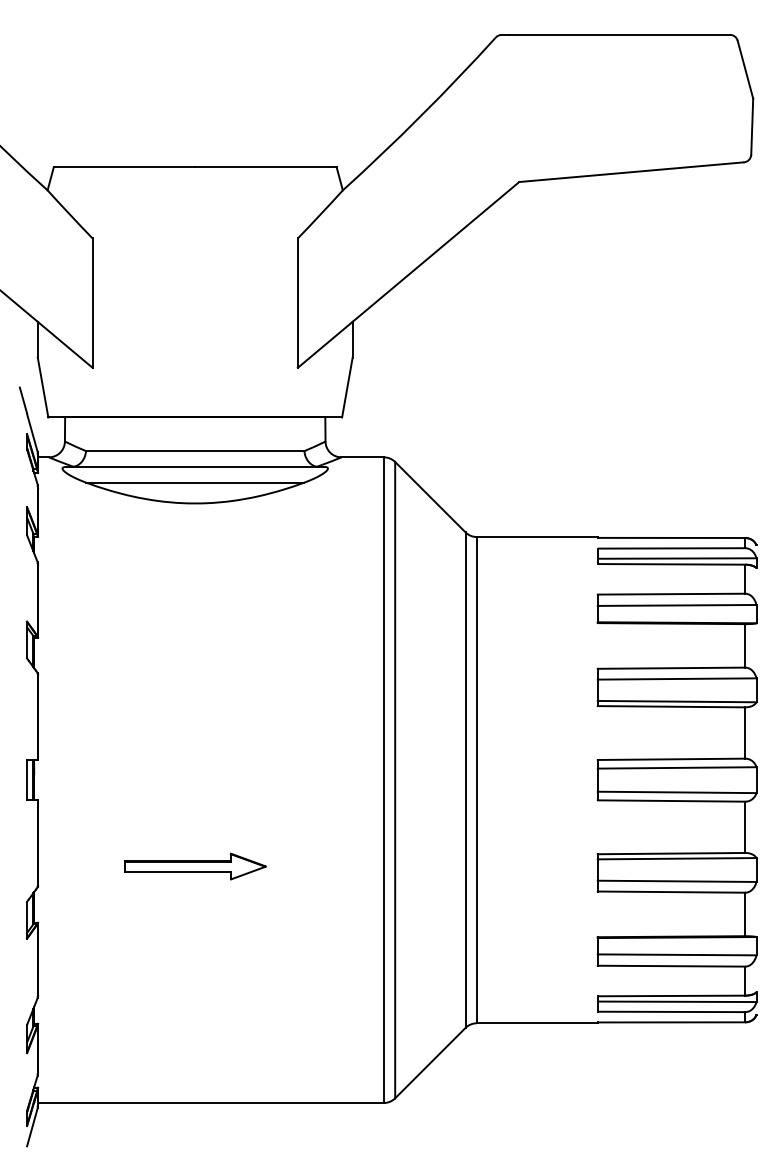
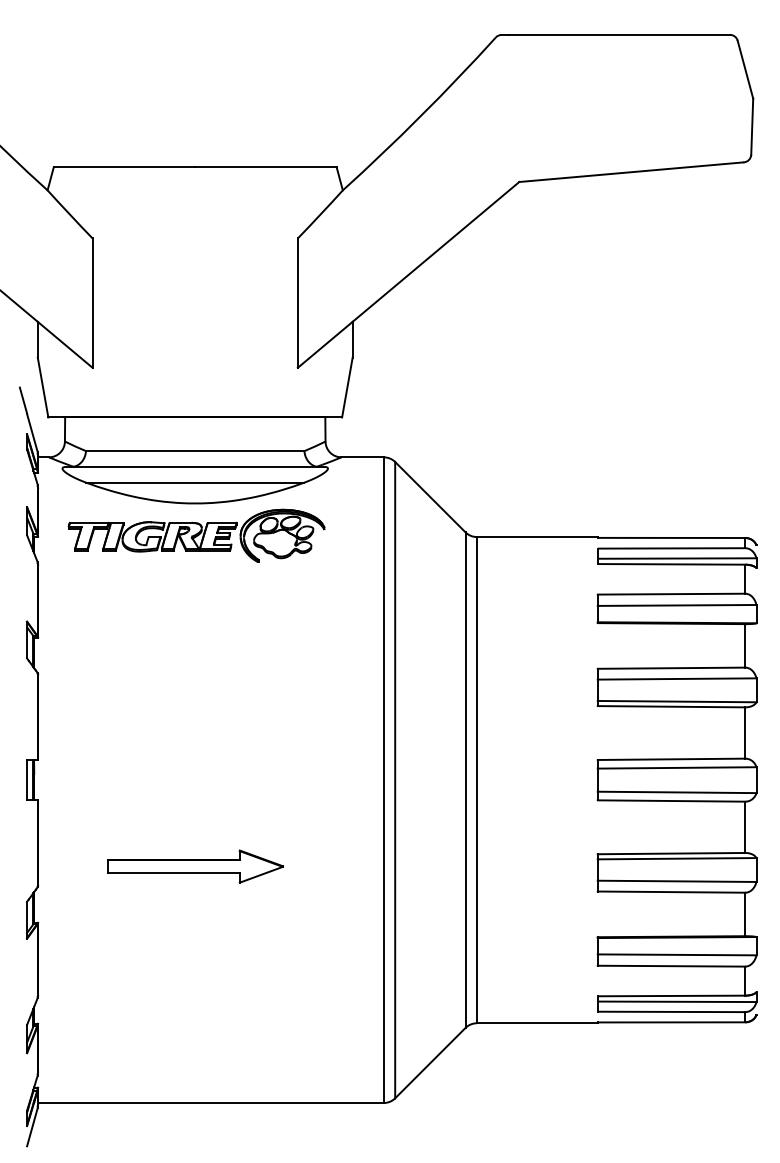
part at (196, 535): none -> present
part at (195, 866) size: 143x29 px -> 177x35 px
